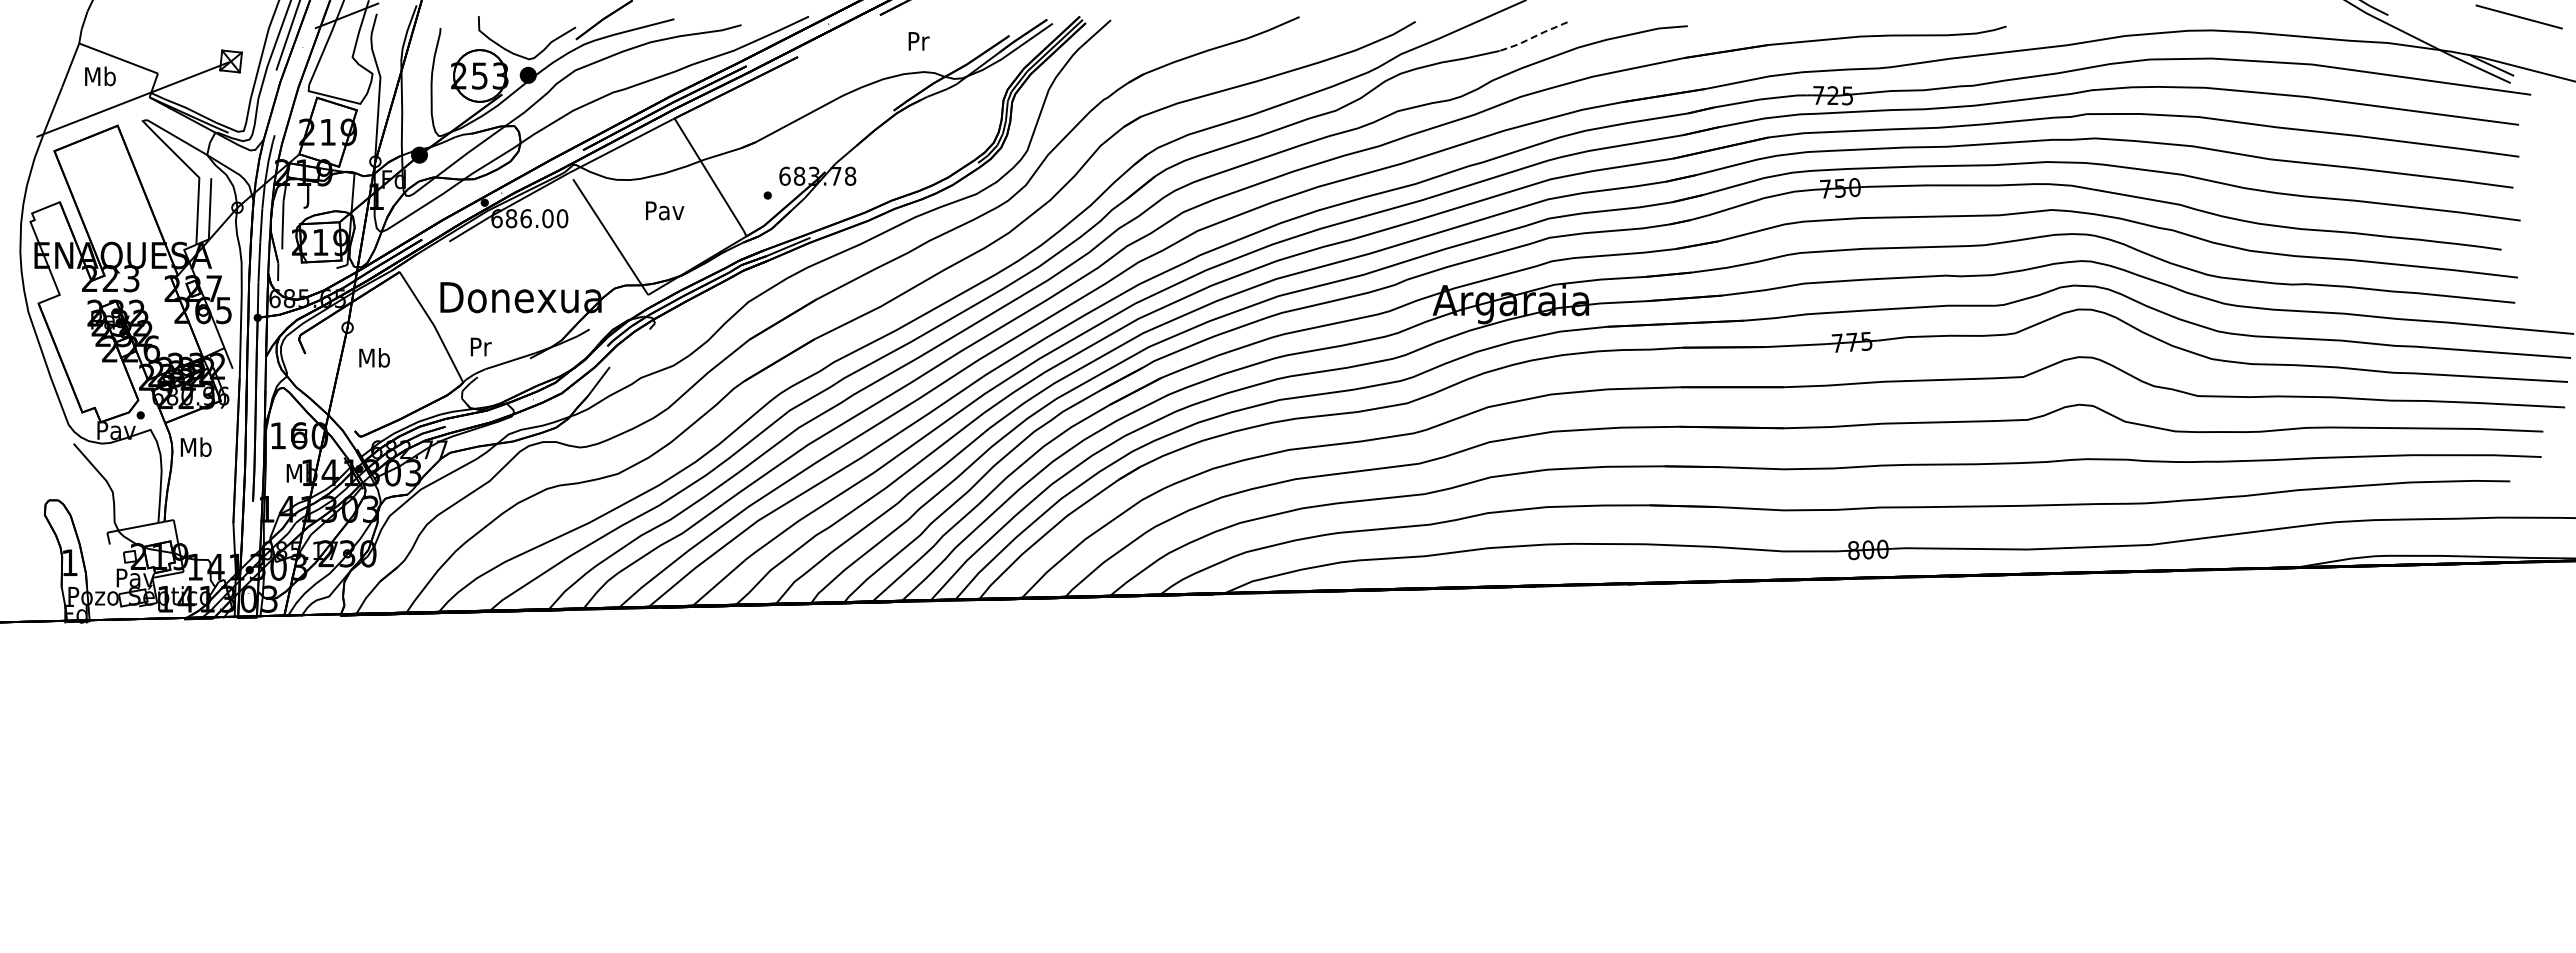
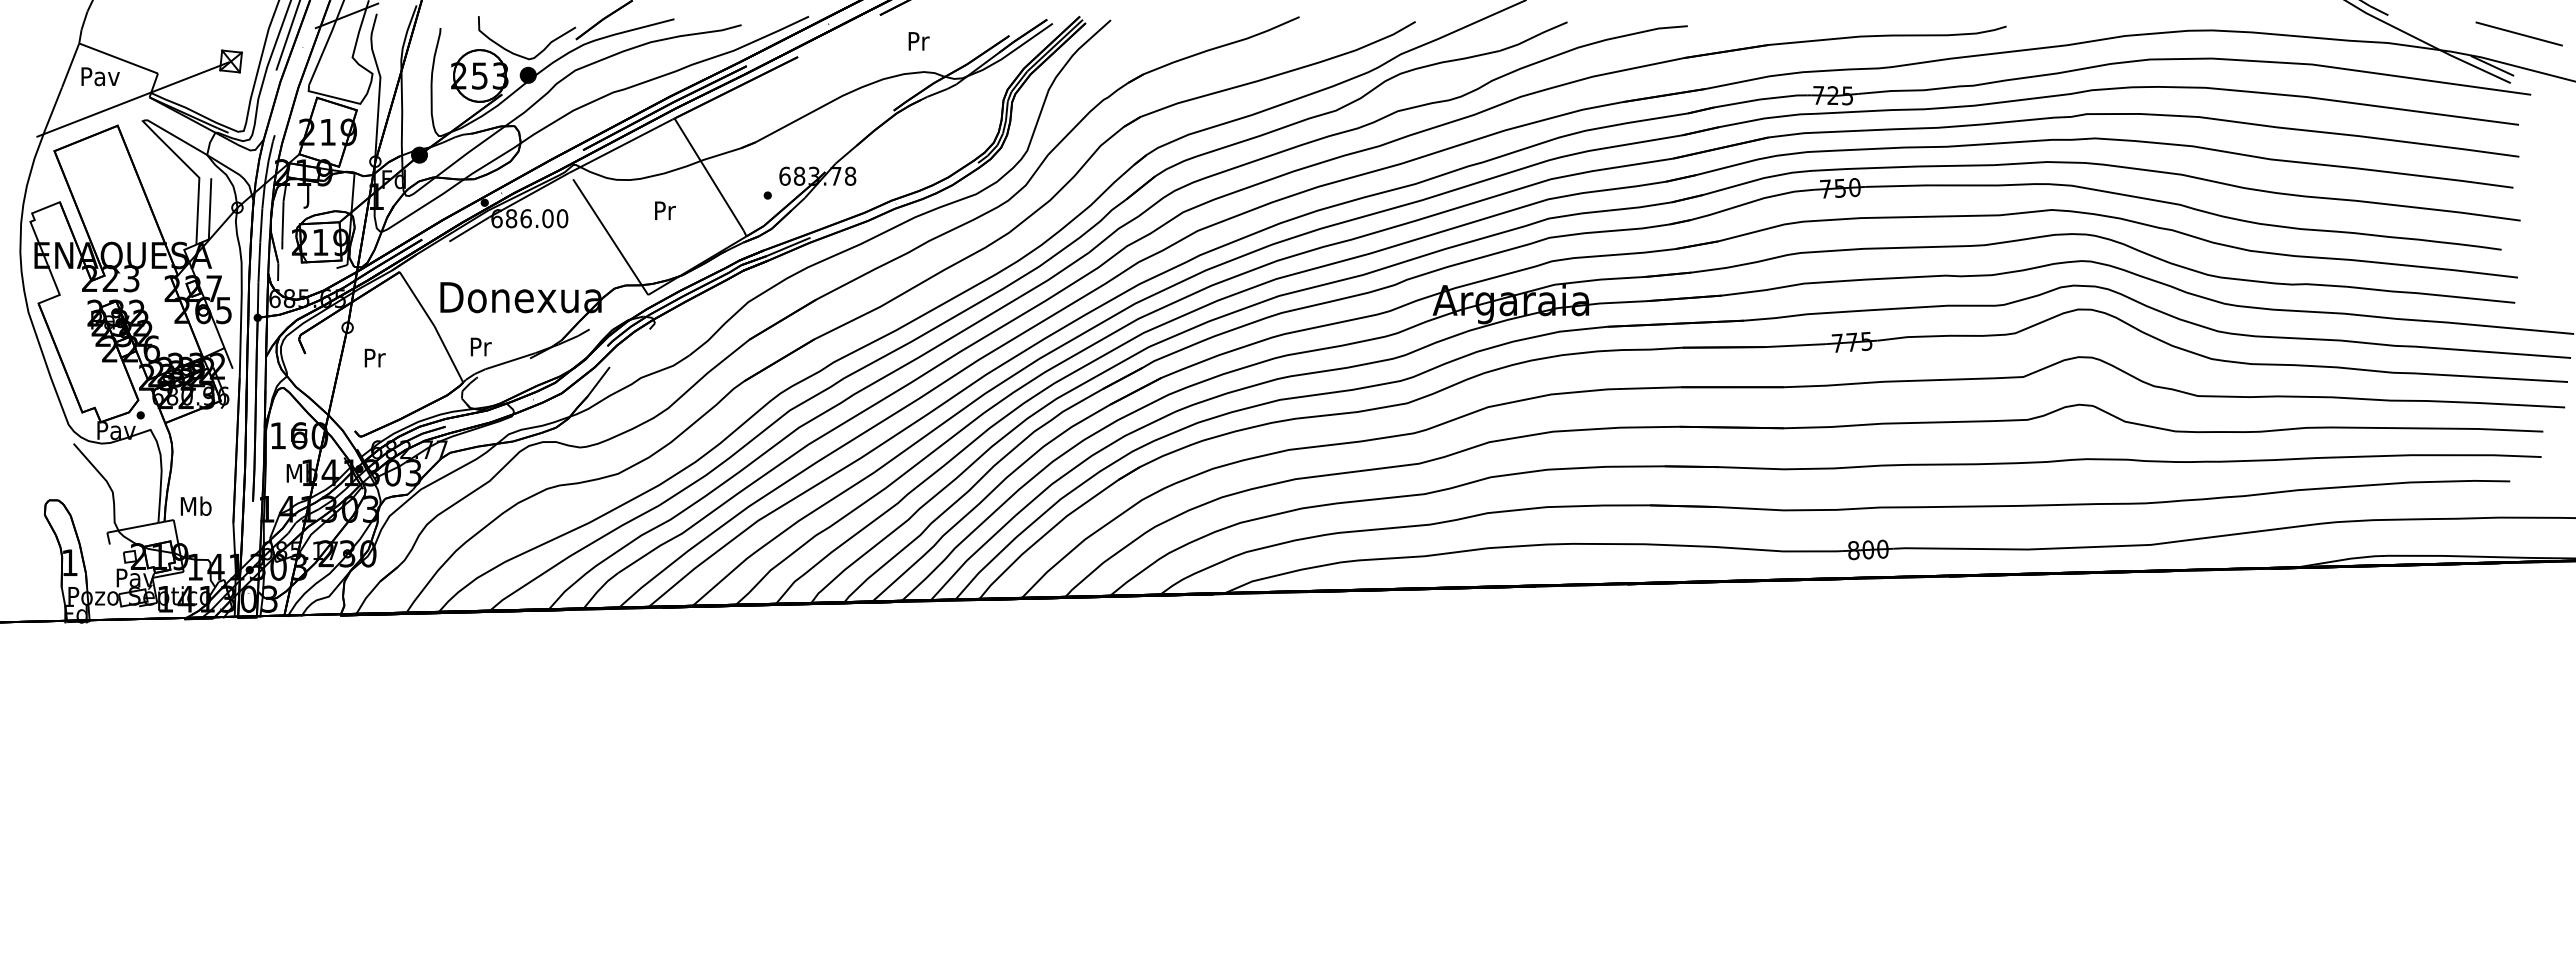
line at (2518, 16) position: (2518, 16) -> (2518, 33)
line at (1533, 37): dashed -> solid
text at (100, 76): Mb -> Pav
text at (665, 210): Pav -> Pr
text at (374, 357): Mb -> Pr
text at (195, 446) position: (195, 446) -> (195, 505)
